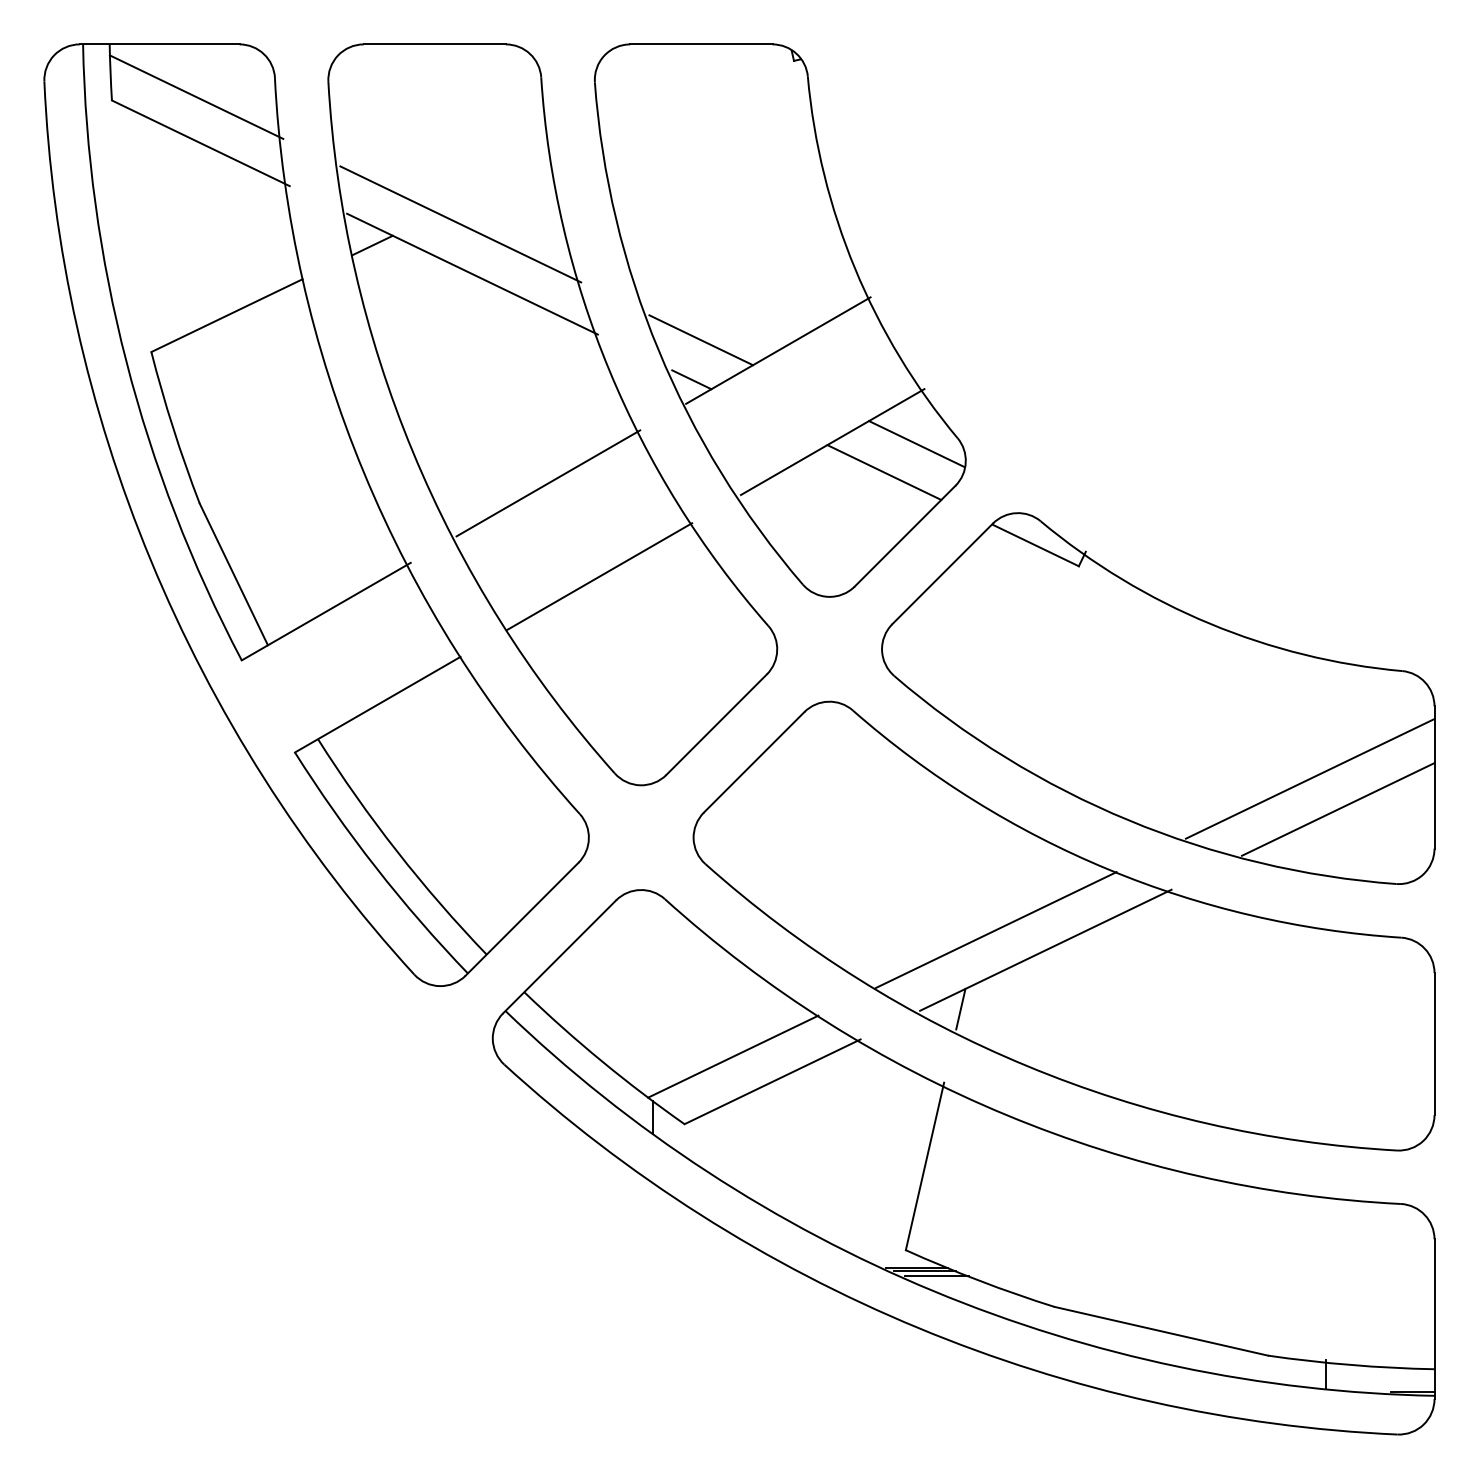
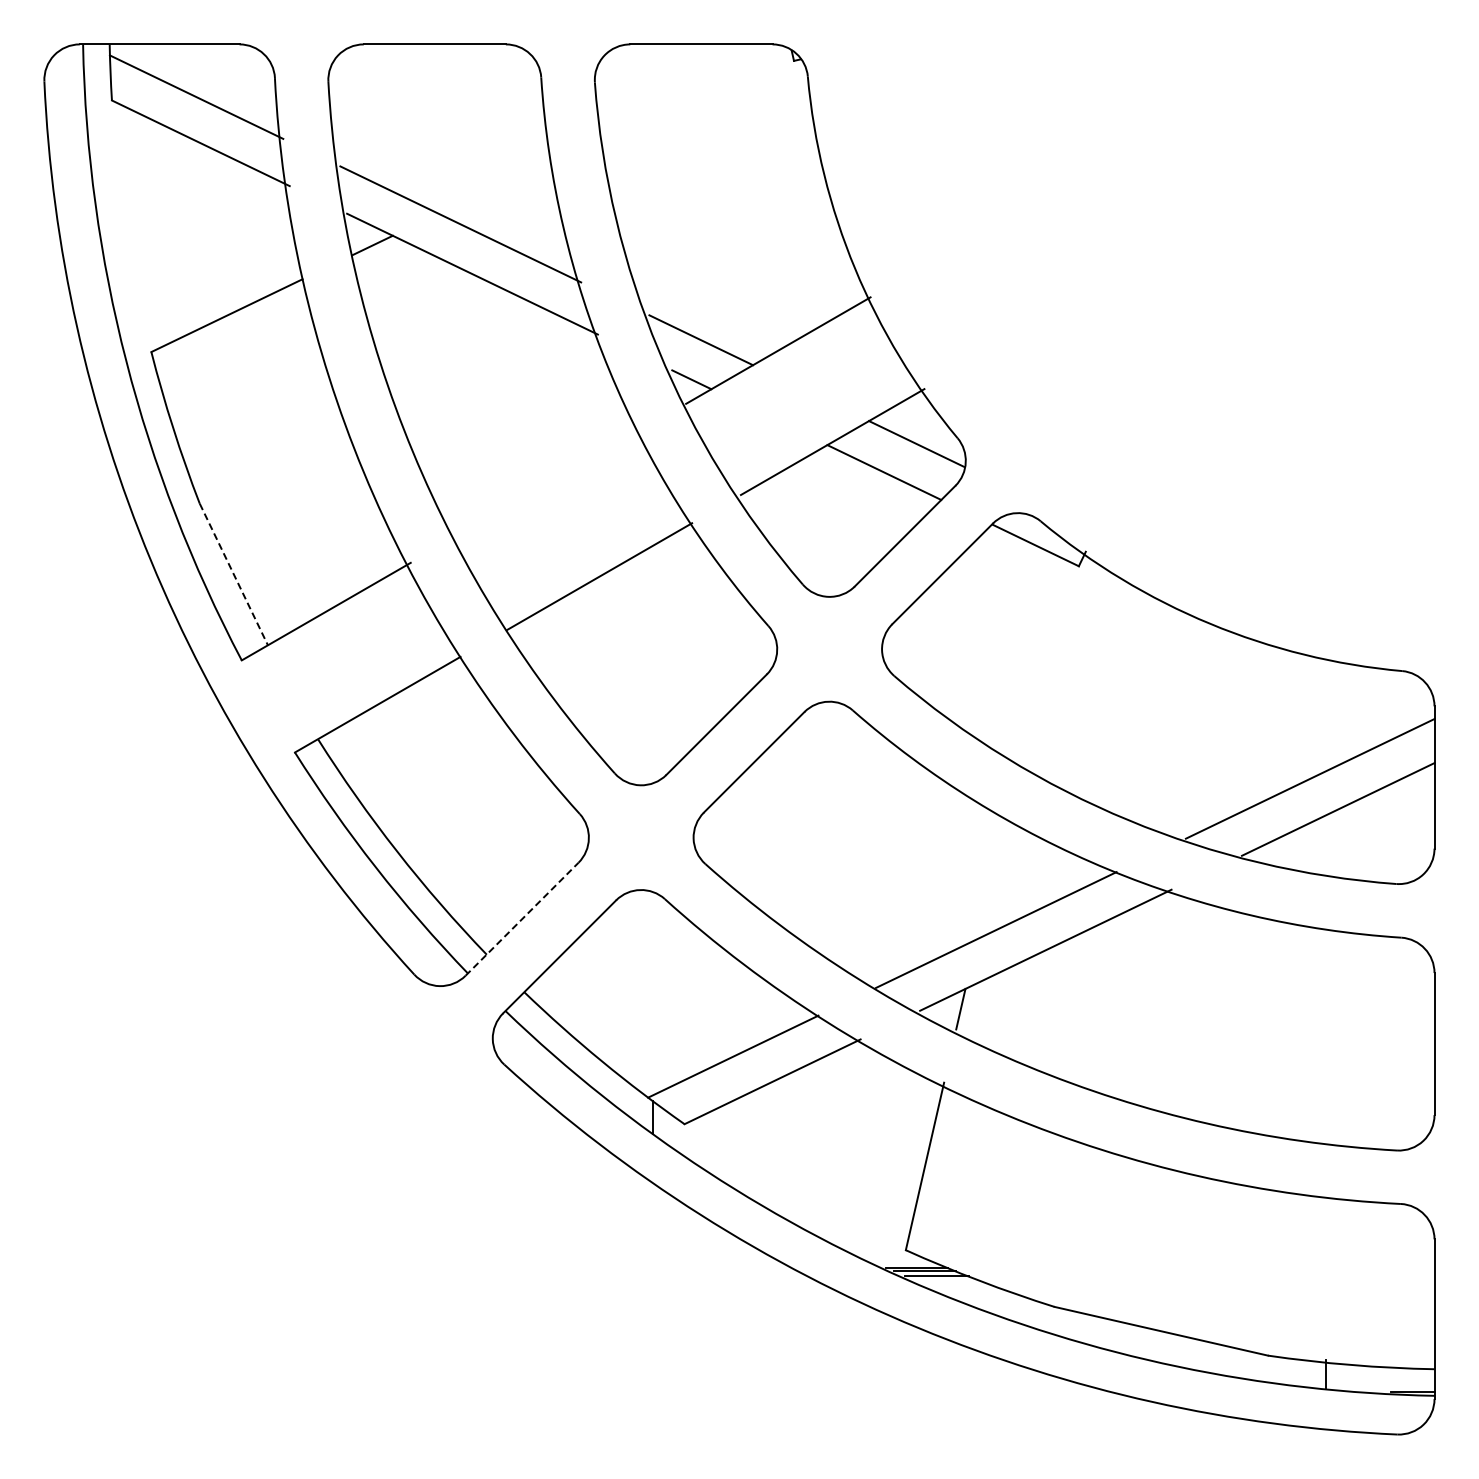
line at (548, 483): present -> none
line at (233, 574): solid -> dashed
line at (522, 919): solid -> dashed
